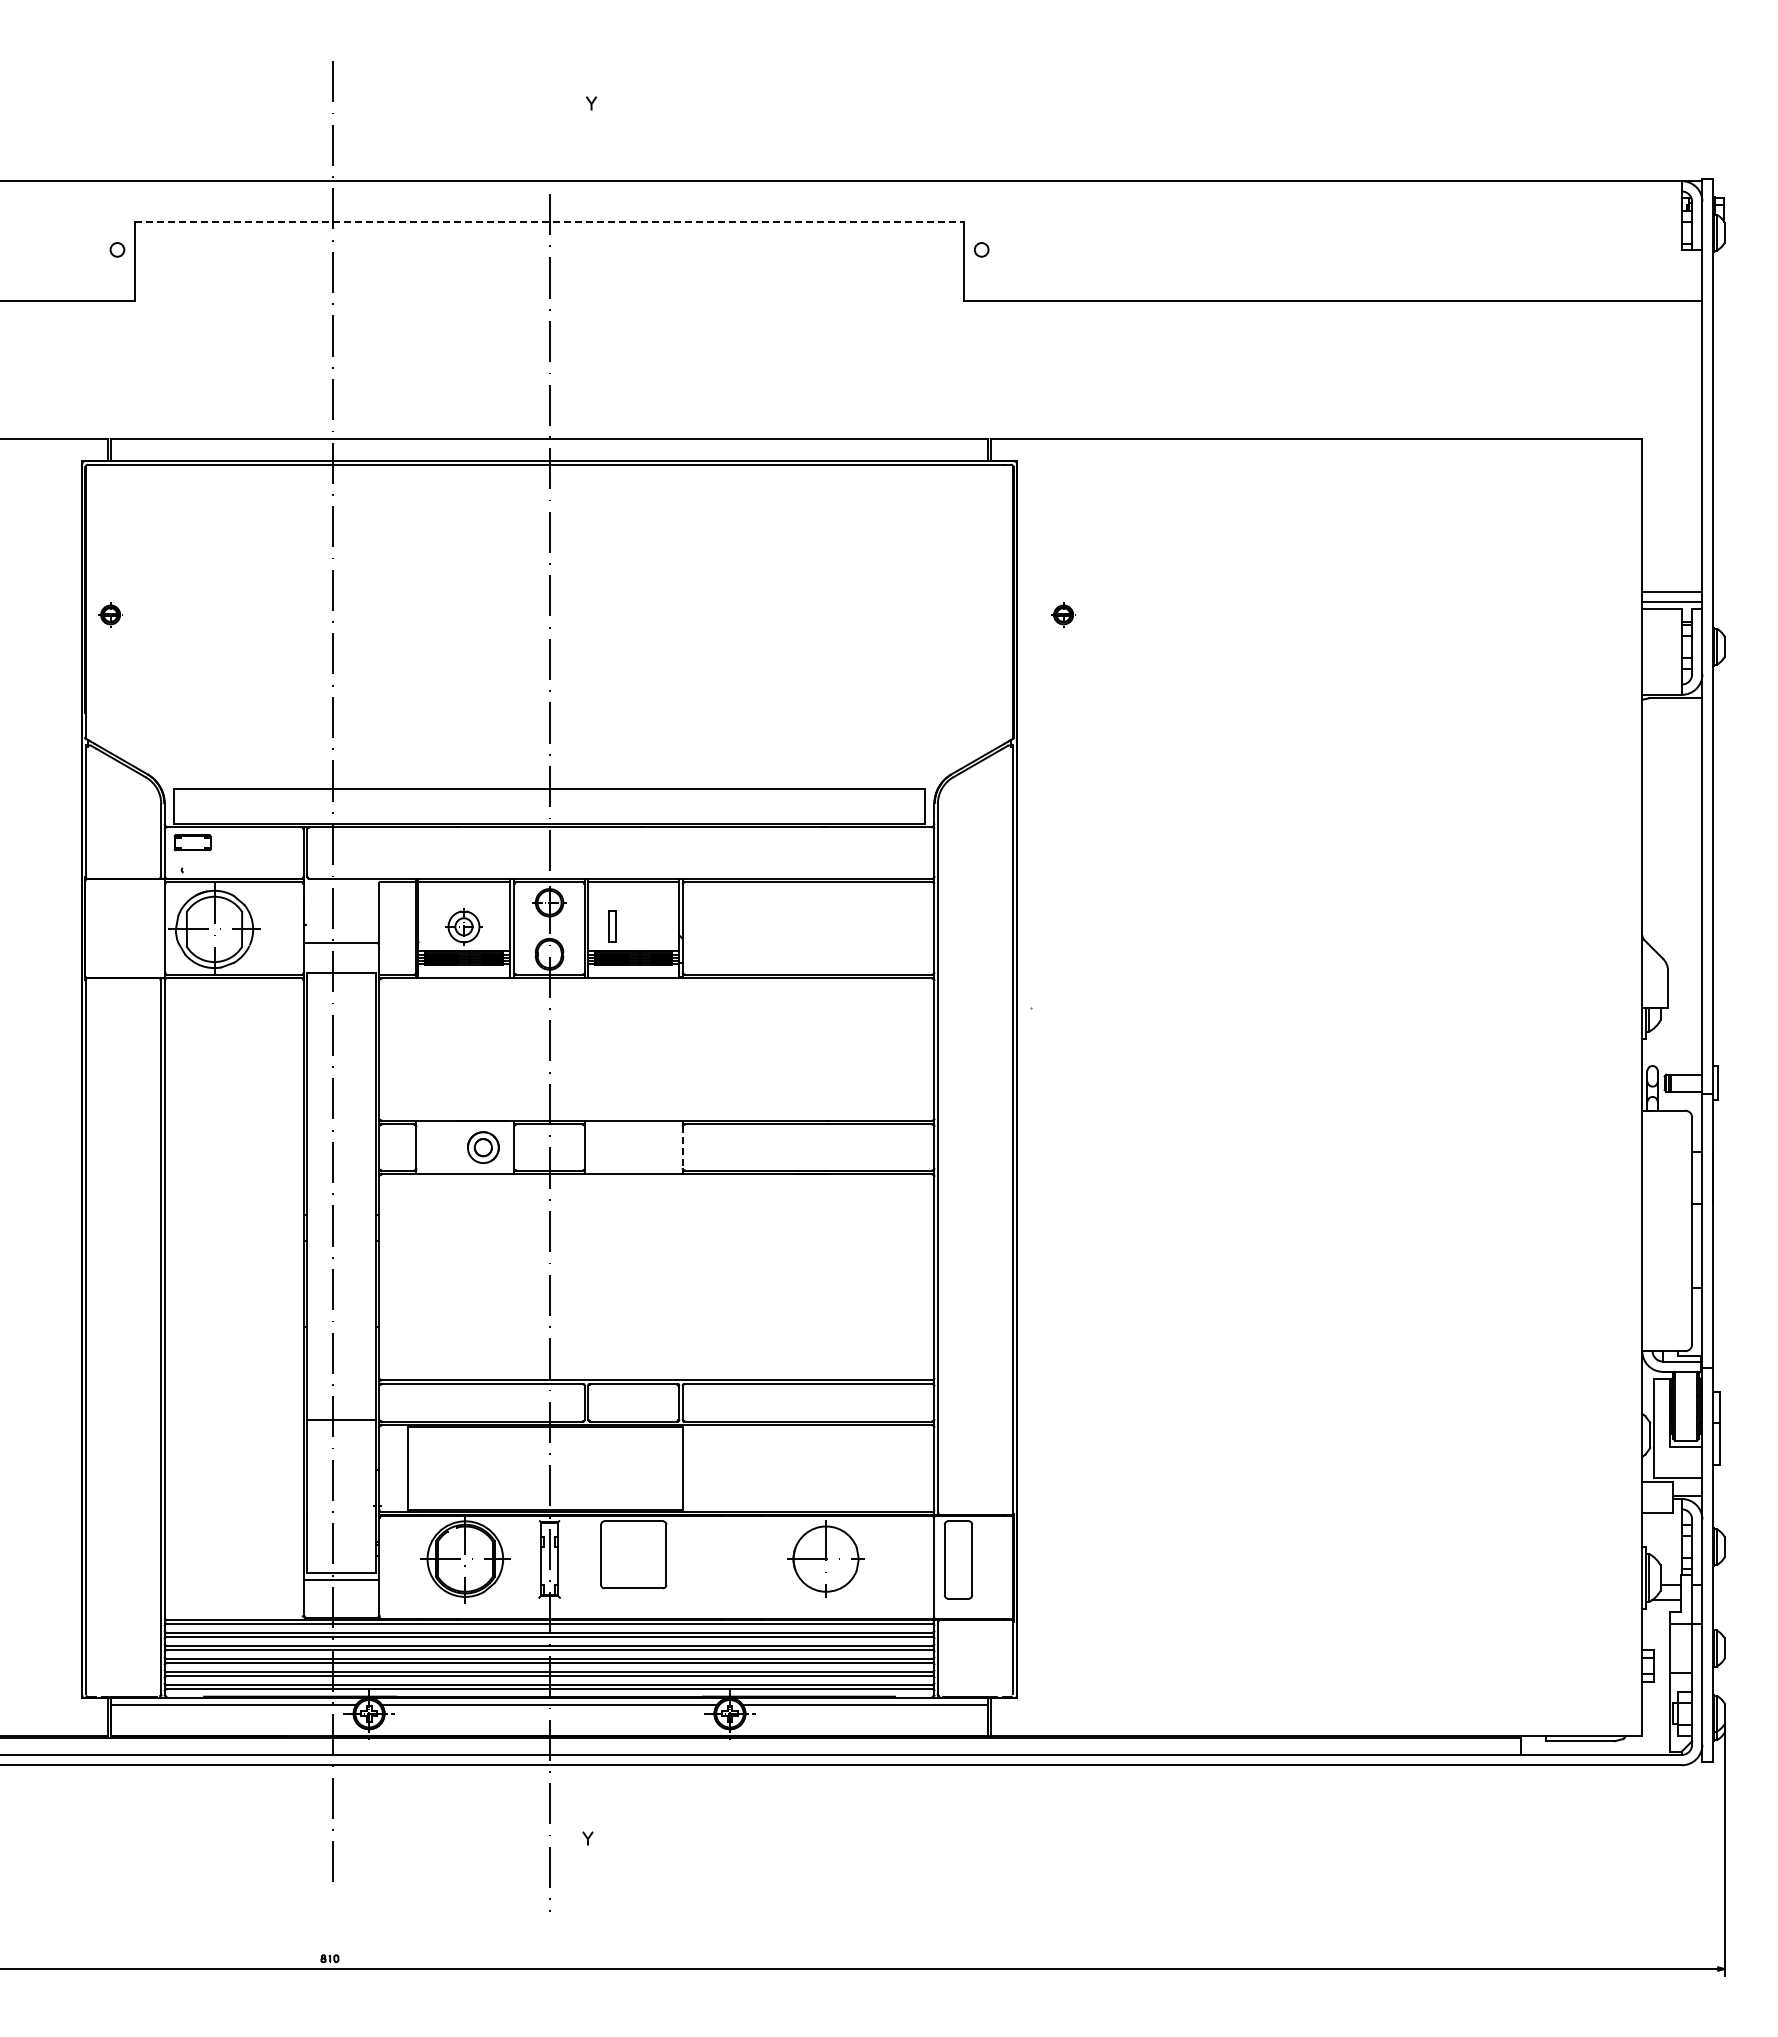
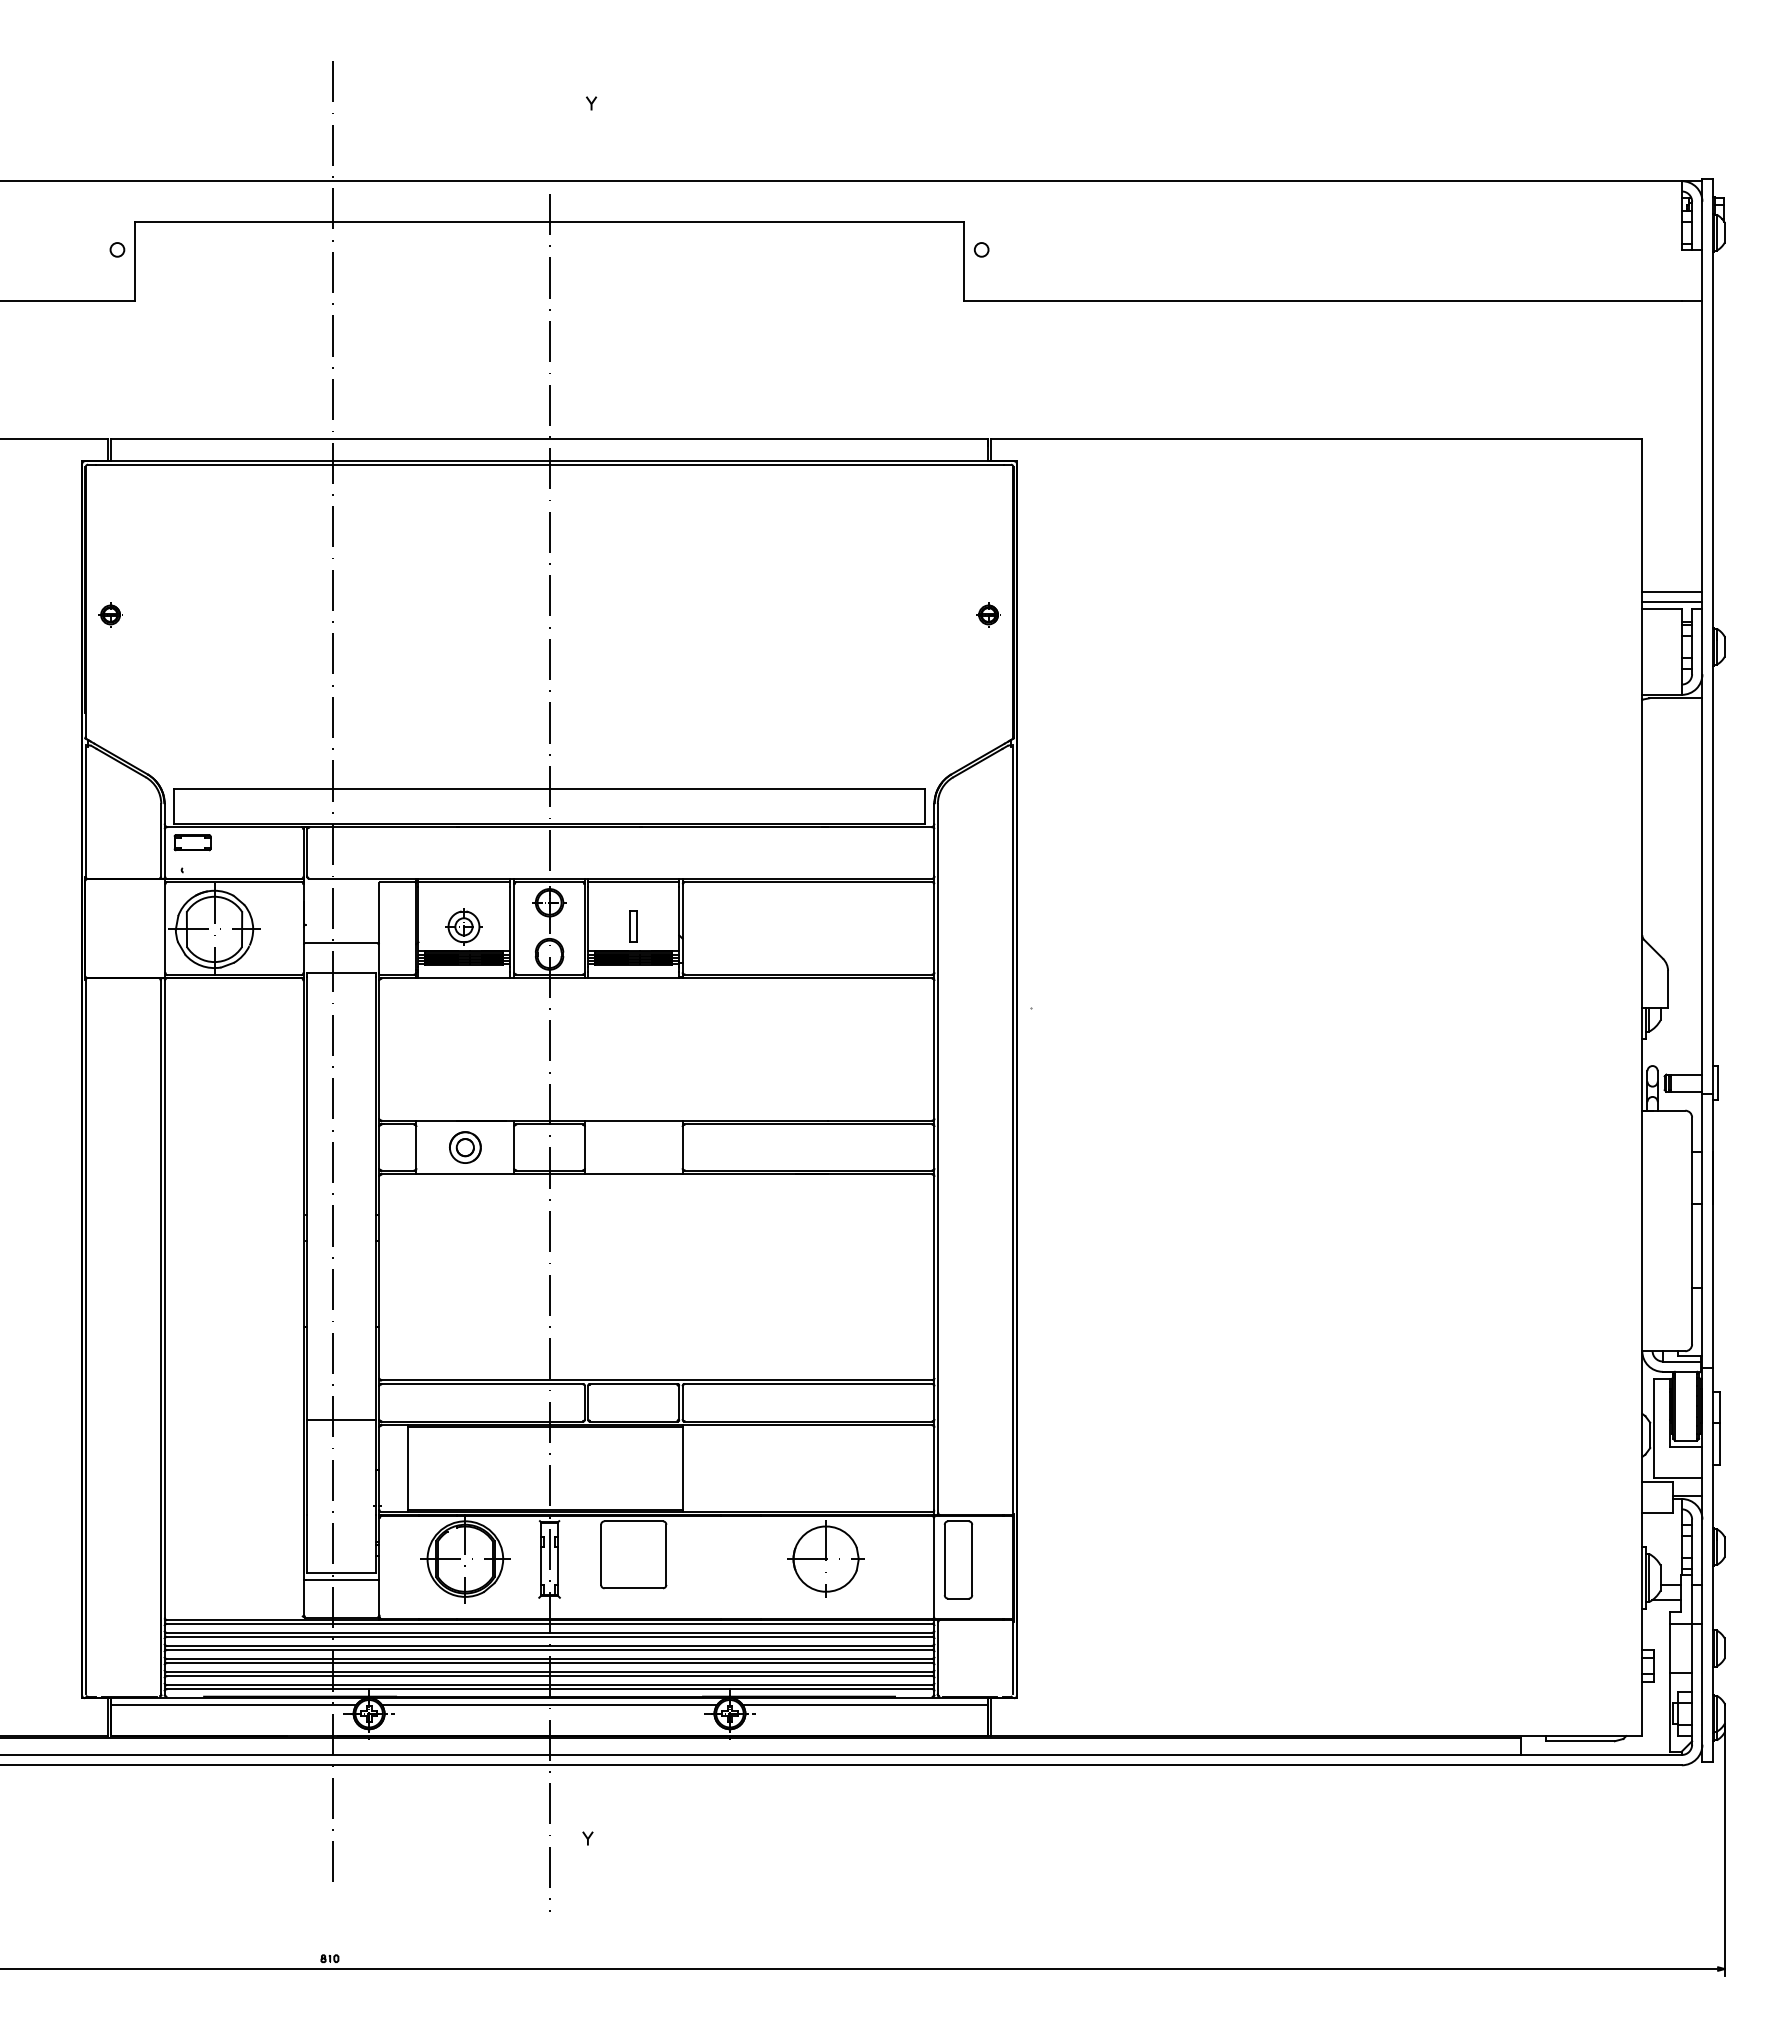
line at (550, 222): dashed -> solid
part at (1063, 614) position: (1063, 614) -> (988, 614)
part at (612, 926) position: (612, 926) -> (633, 926)
part at (483, 1147) position: (483, 1147) -> (465, 1147)
line at (682, 1148): dashed -> solid
